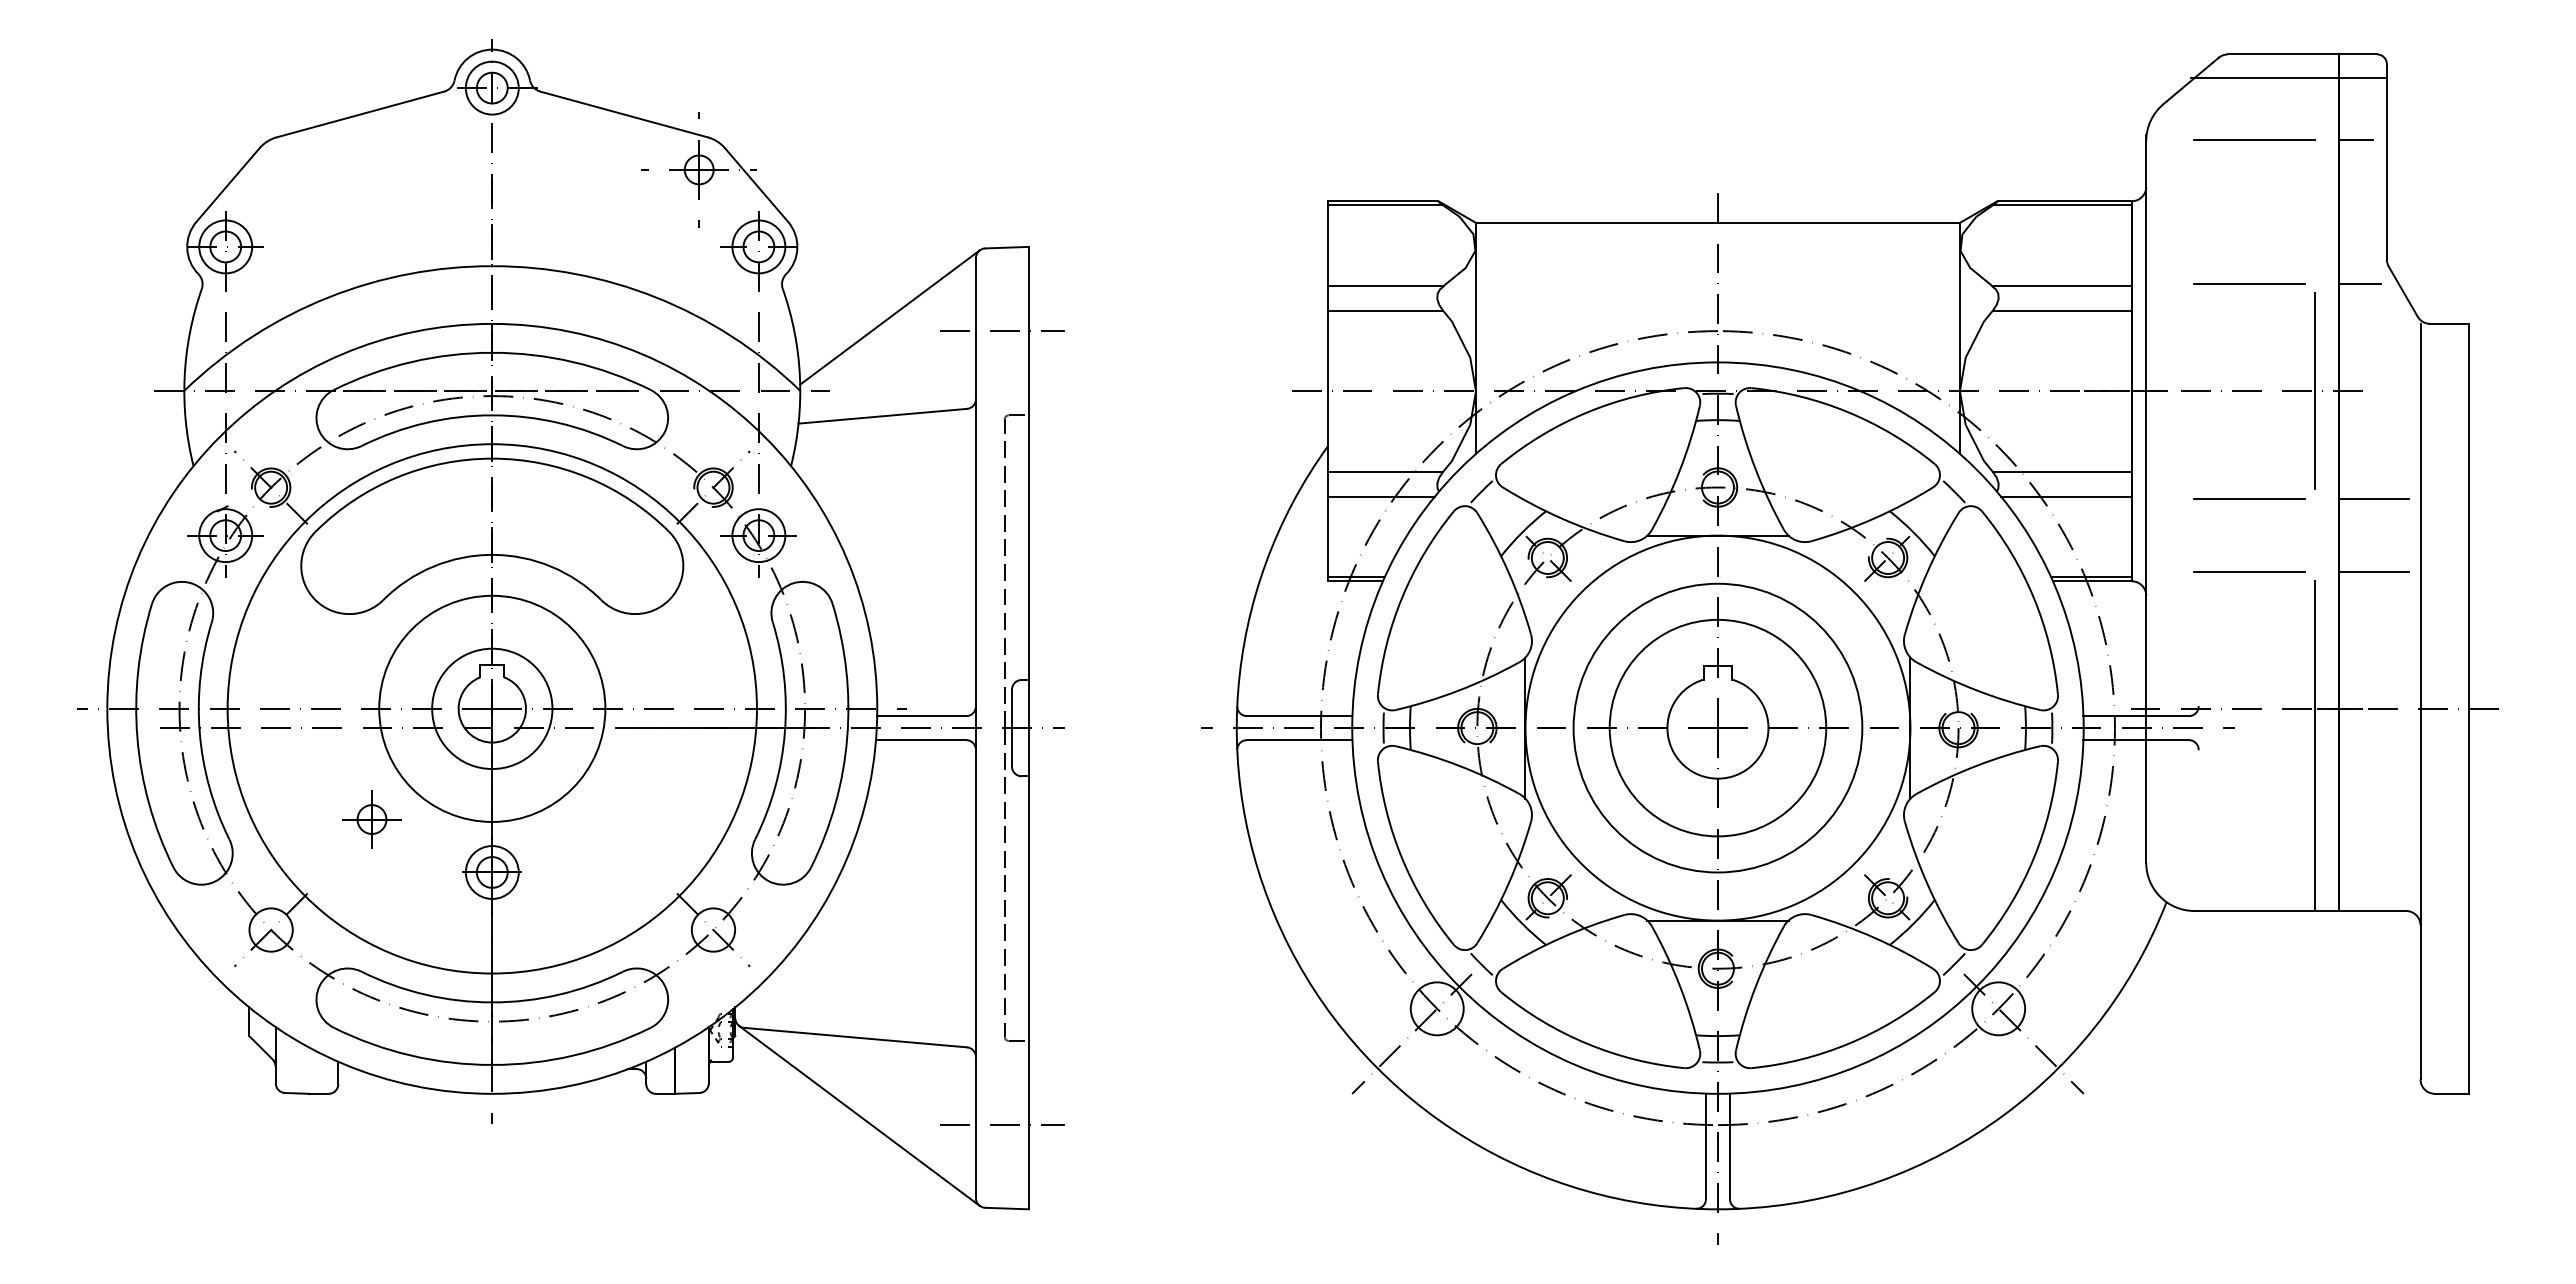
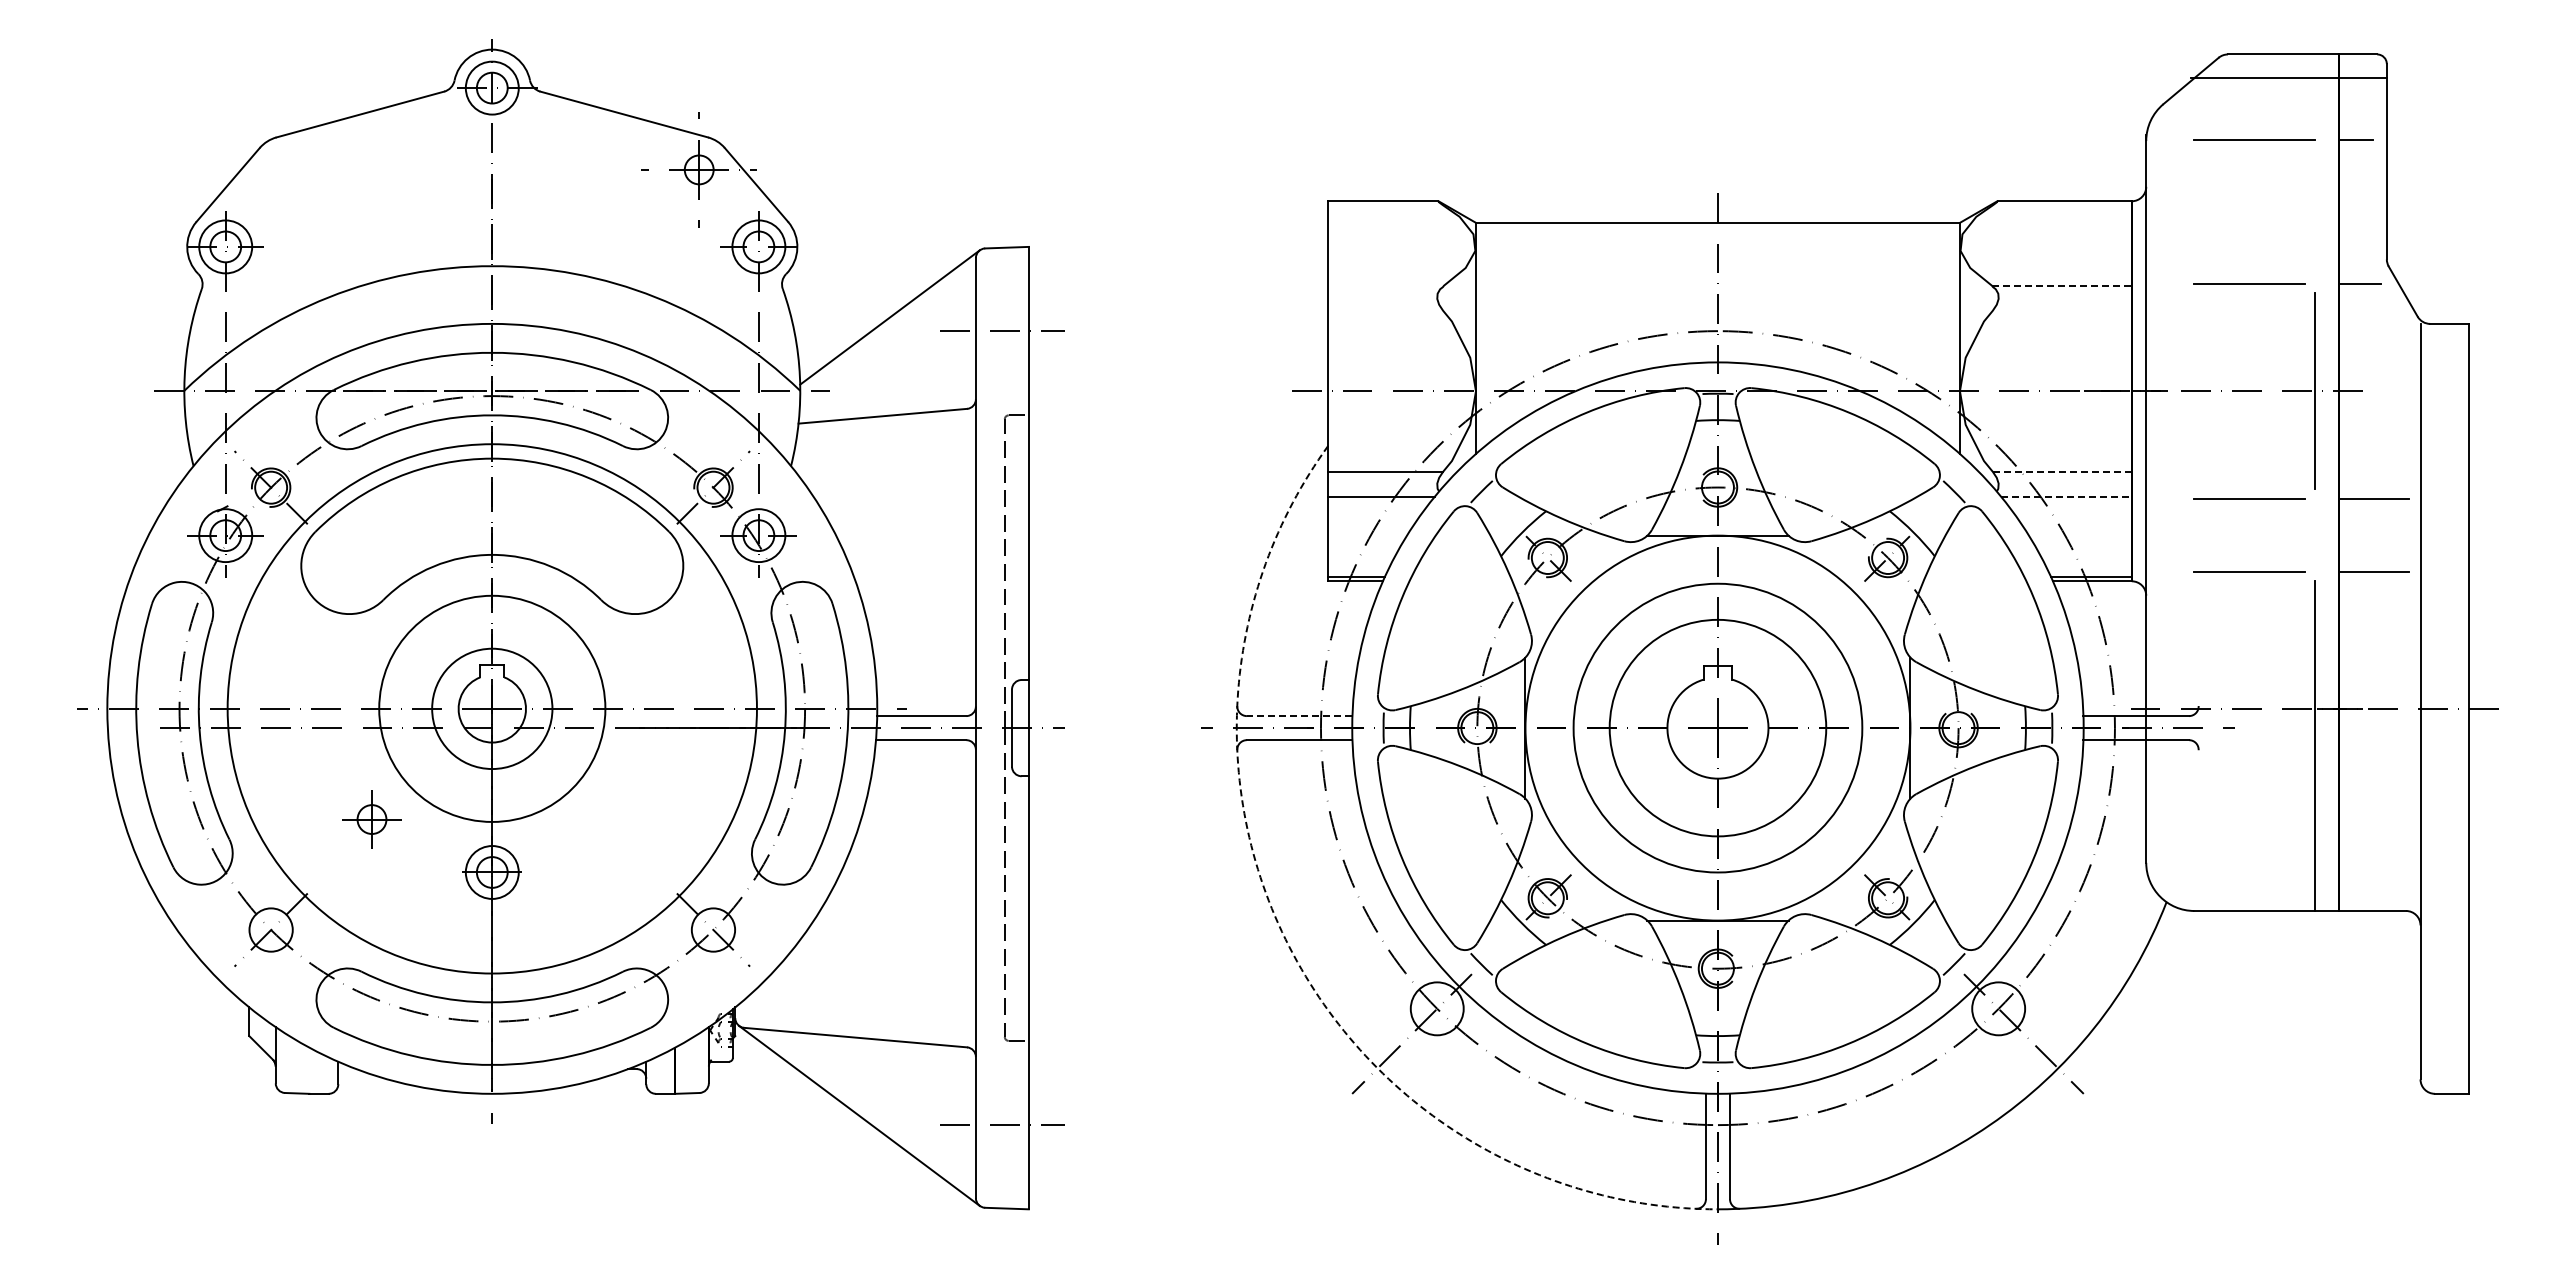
line at (1385, 205): present -> none
line at (2062, 205): present -> none
line at (1385, 285): present -> none
line at (2061, 285): solid -> dashed
line at (1385, 310): present -> none
line at (2061, 310): present -> none
line at (2062, 471): solid -> dashed
line at (2067, 496): solid -> dashed
line at (1299, 716): solid -> dashed
arc at (1289, 946): solid -> dashed
